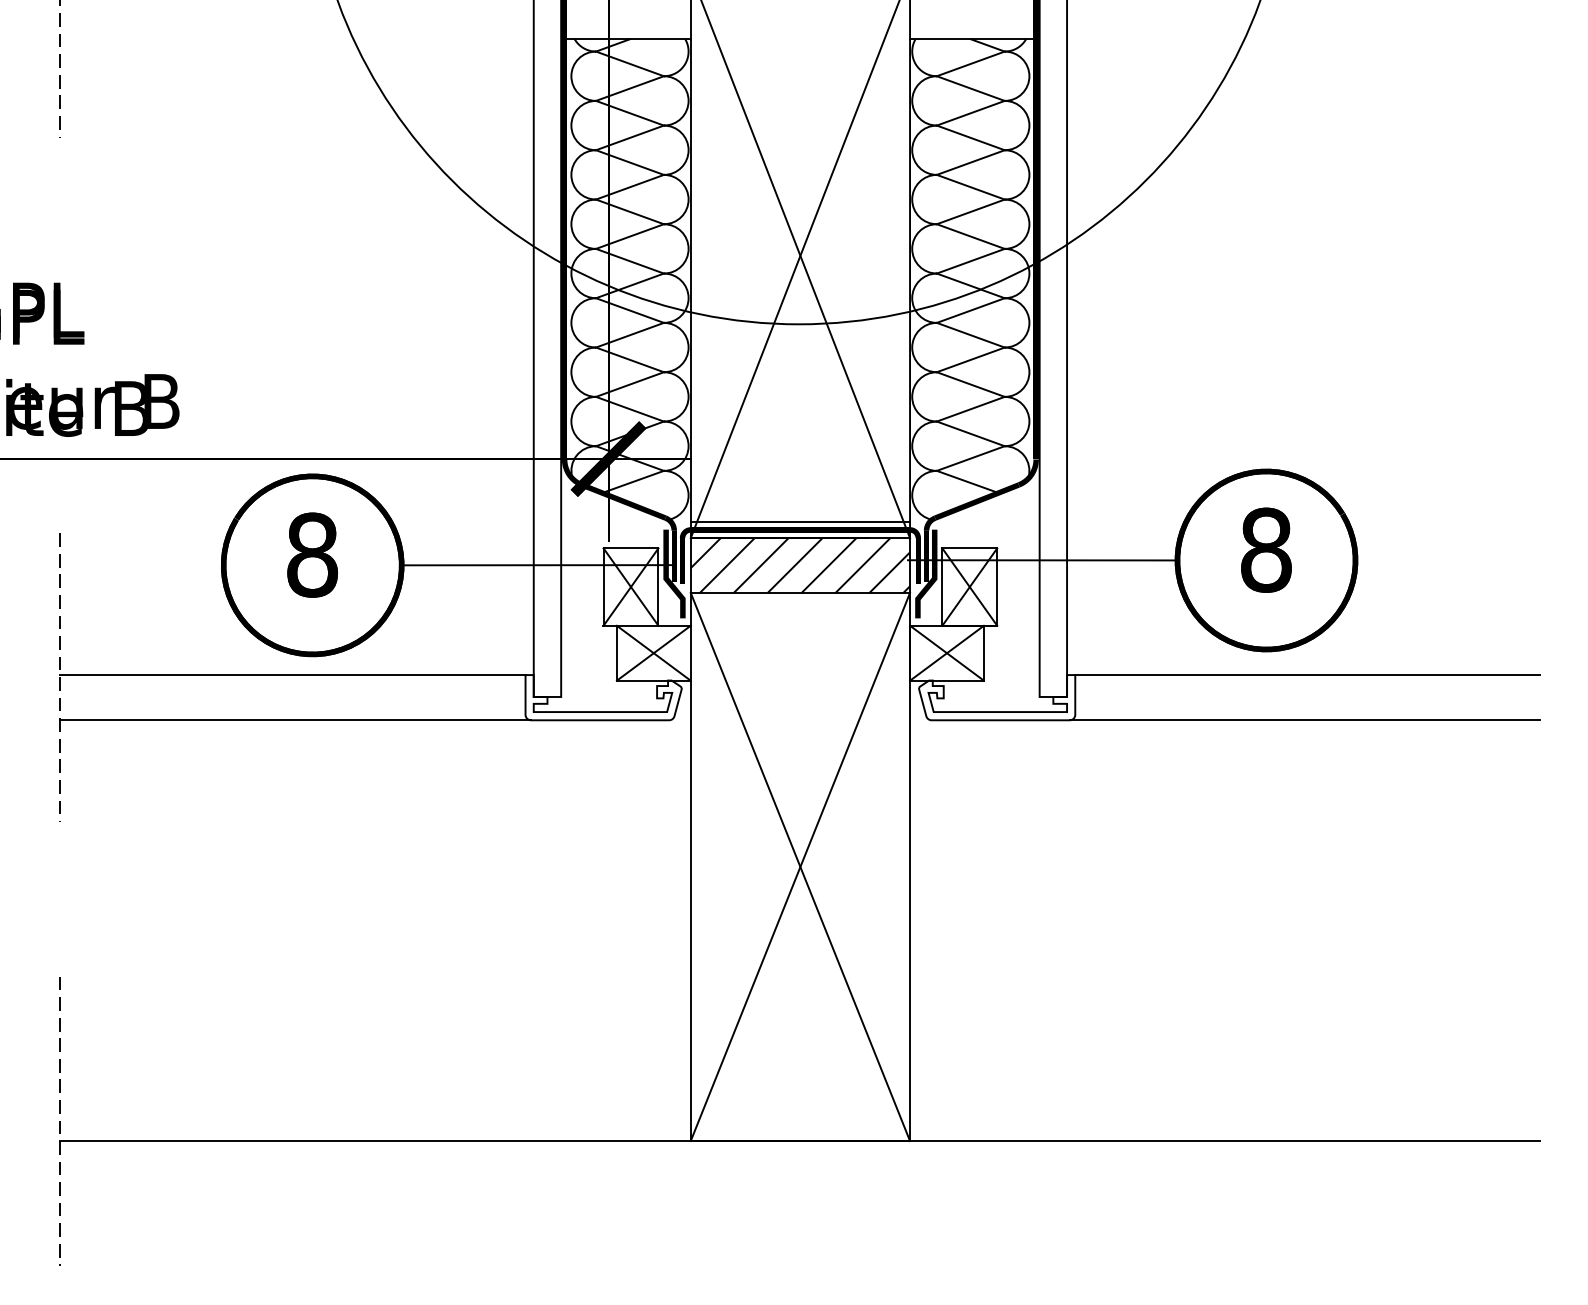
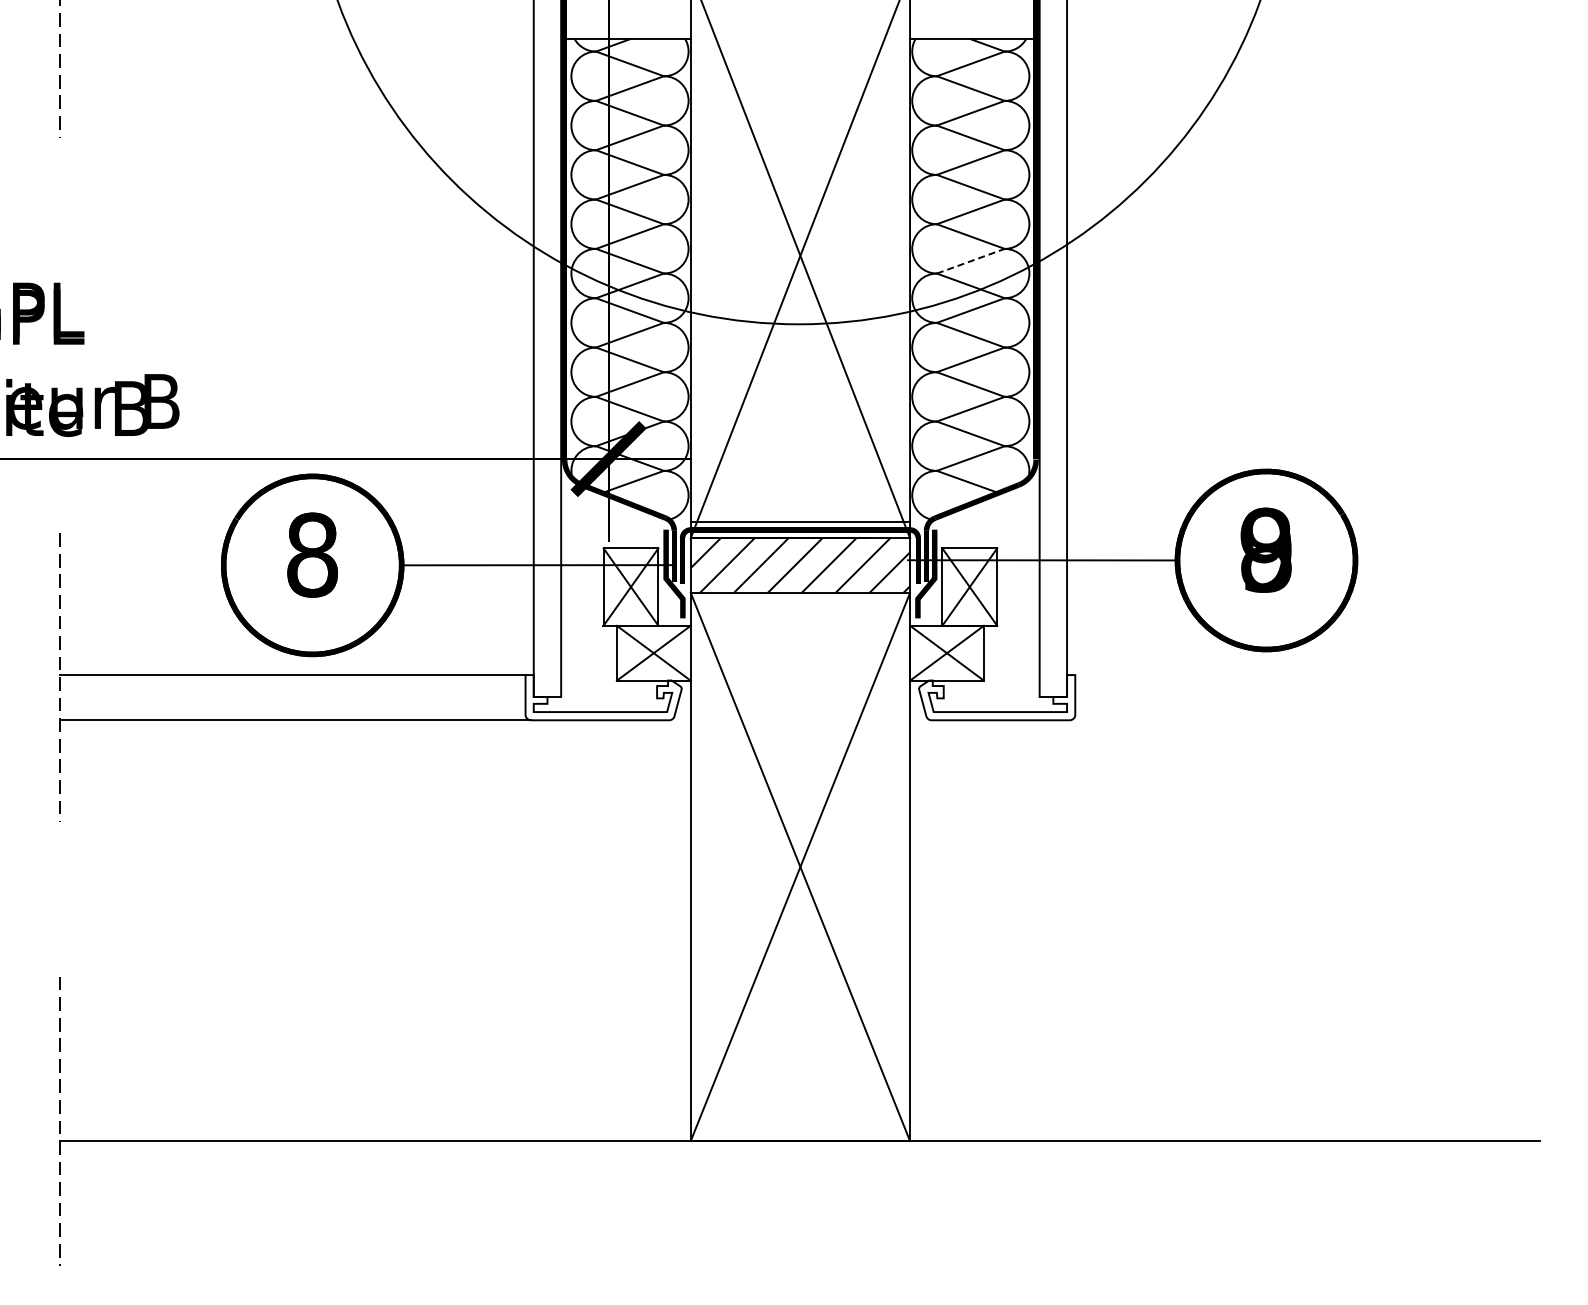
line at (971, 261): solid -> dashed
text at (1265, 549): 8 -> 9
line at (1307, 675): present -> none
line at (1304, 720): present -> none
